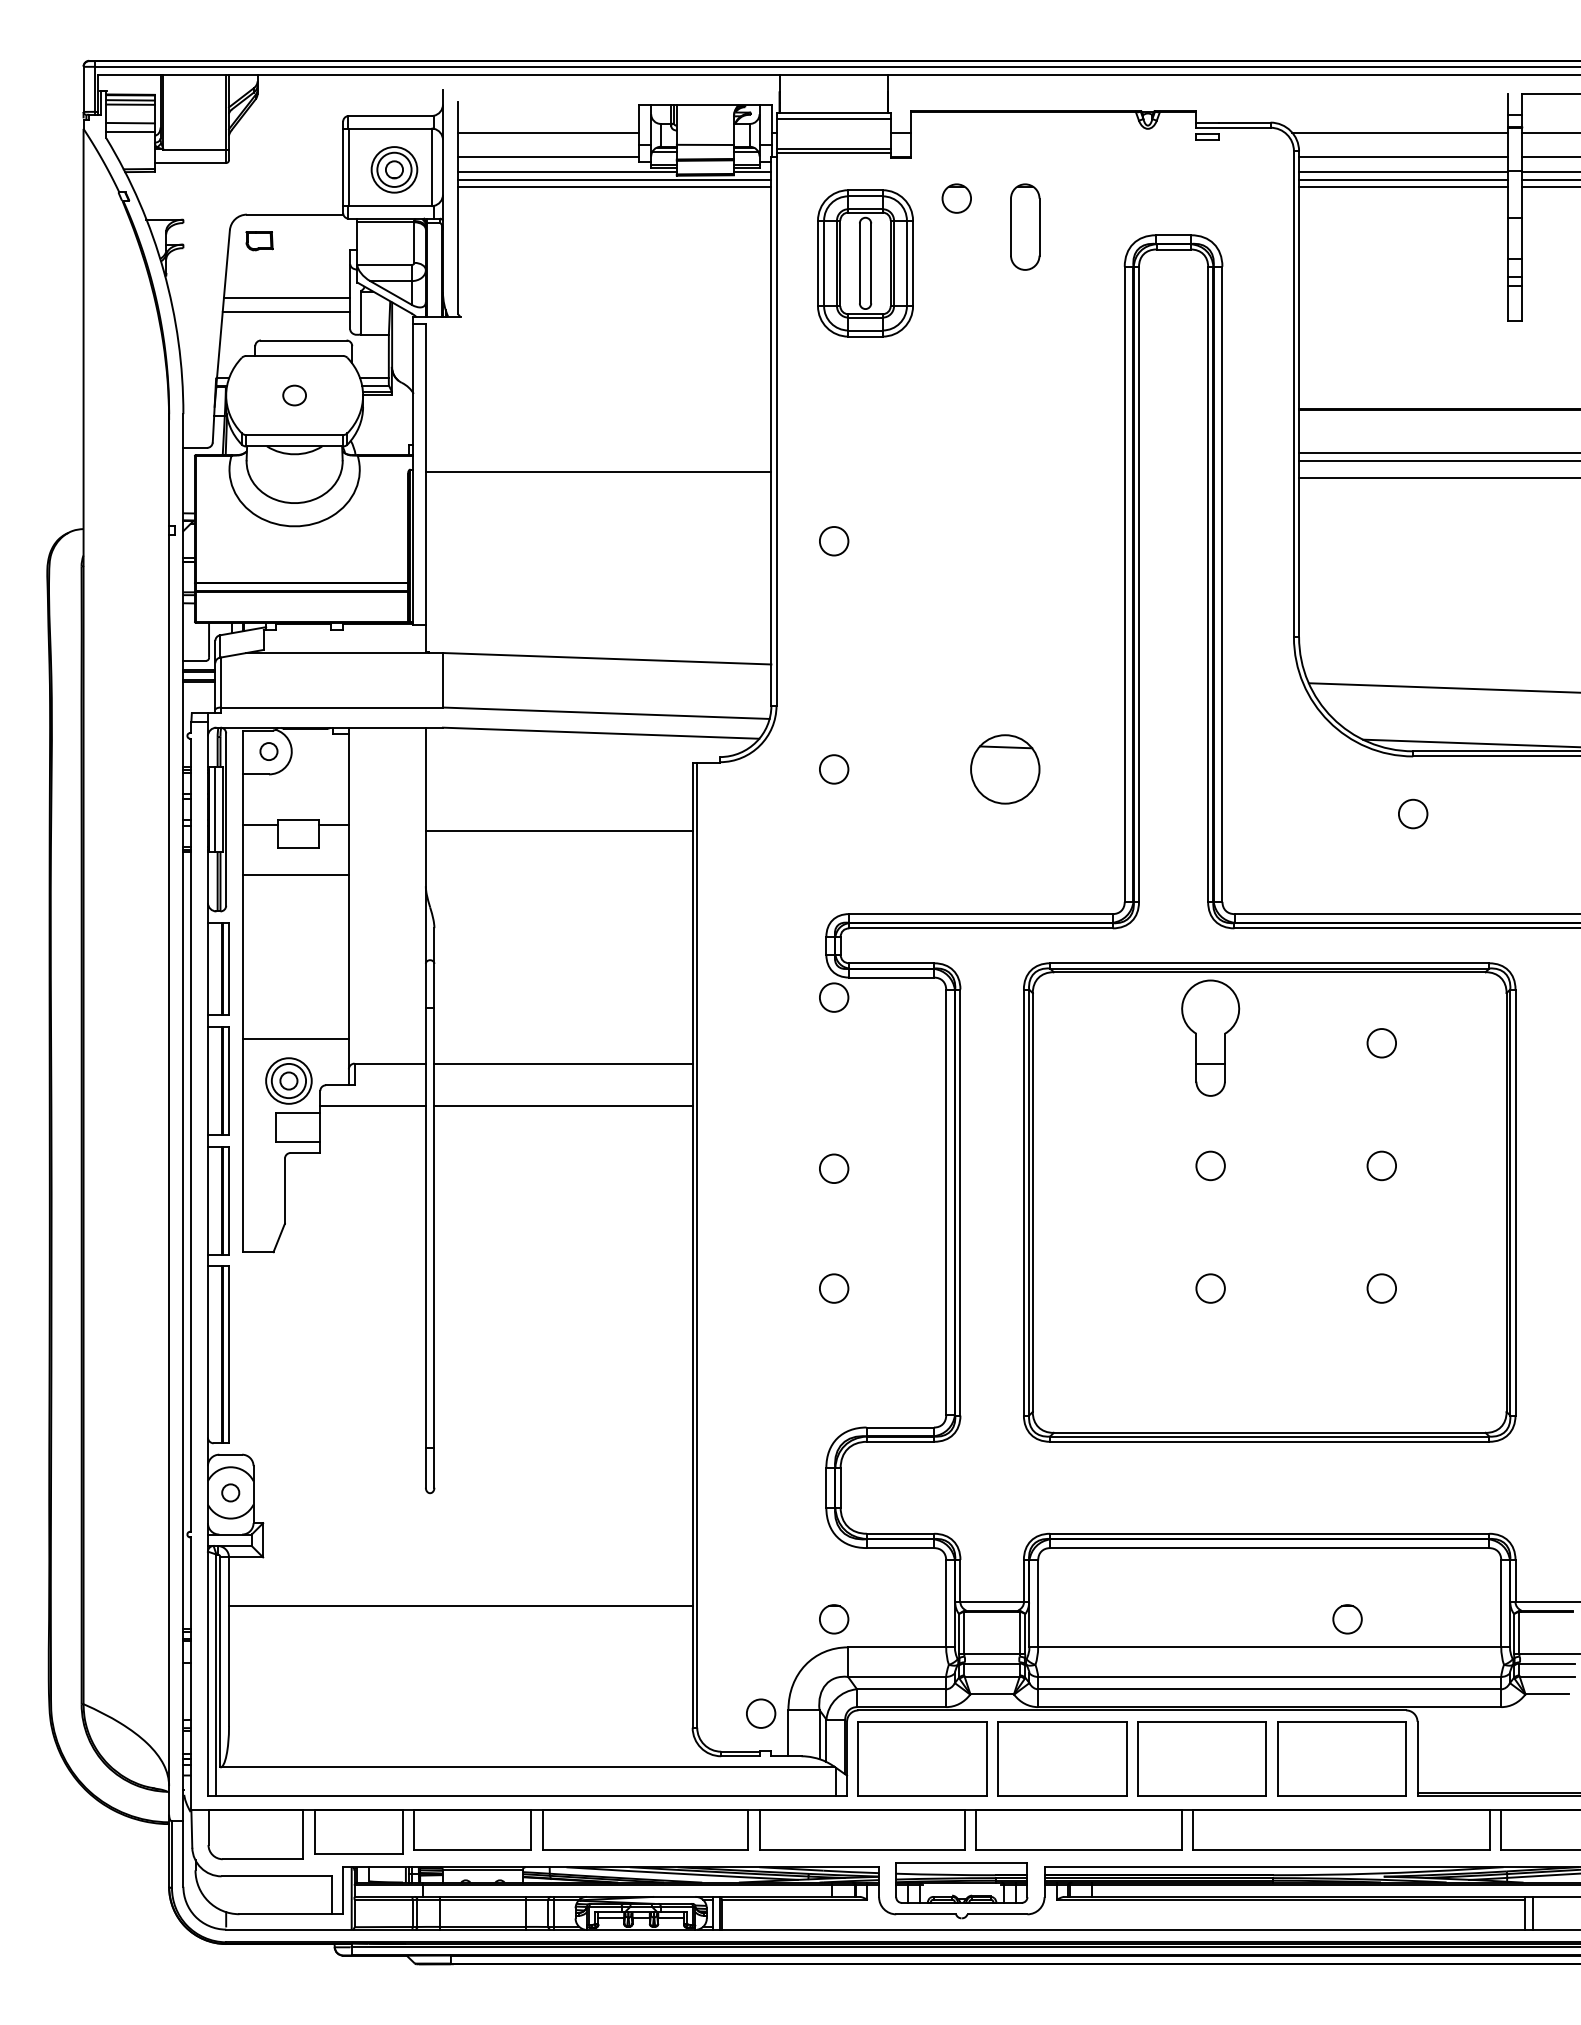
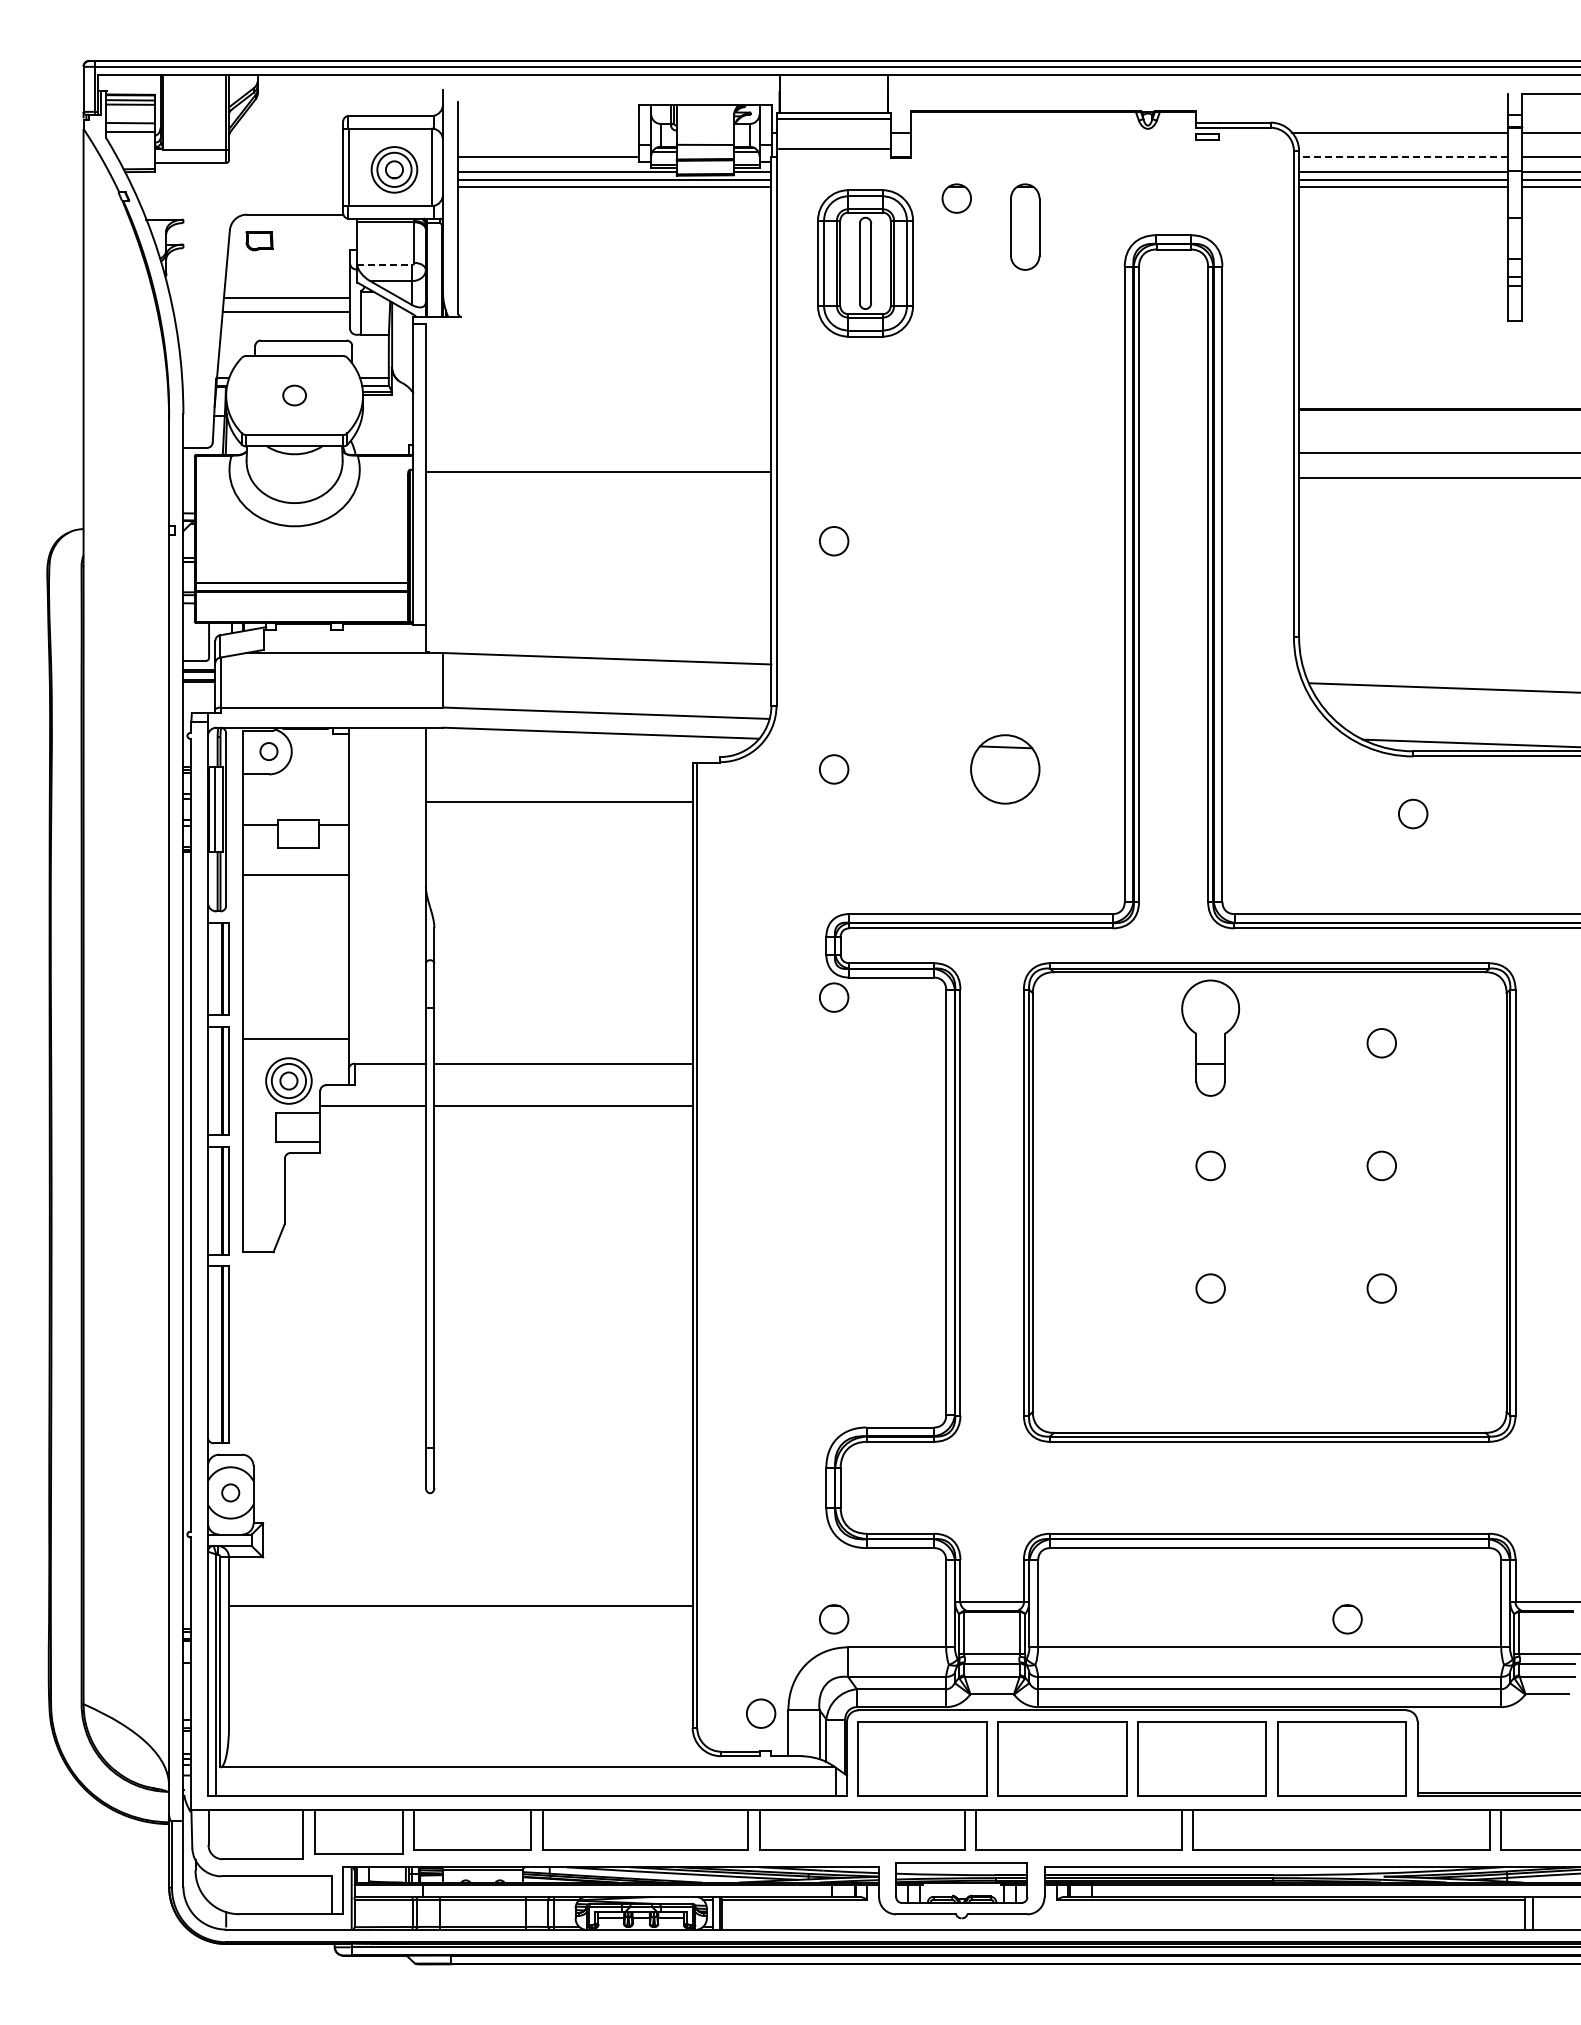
line at (547, 132): present -> none
line at (834, 153): present -> none
line at (1403, 156): solid -> dashed
line at (384, 265): solid -> dashed
line at (1438, 460): present -> none
line at (558, 830) position: (558, 830) -> (558, 801)
circle at (834, 1168): present -> none
circle at (834, 1288): present -> none
